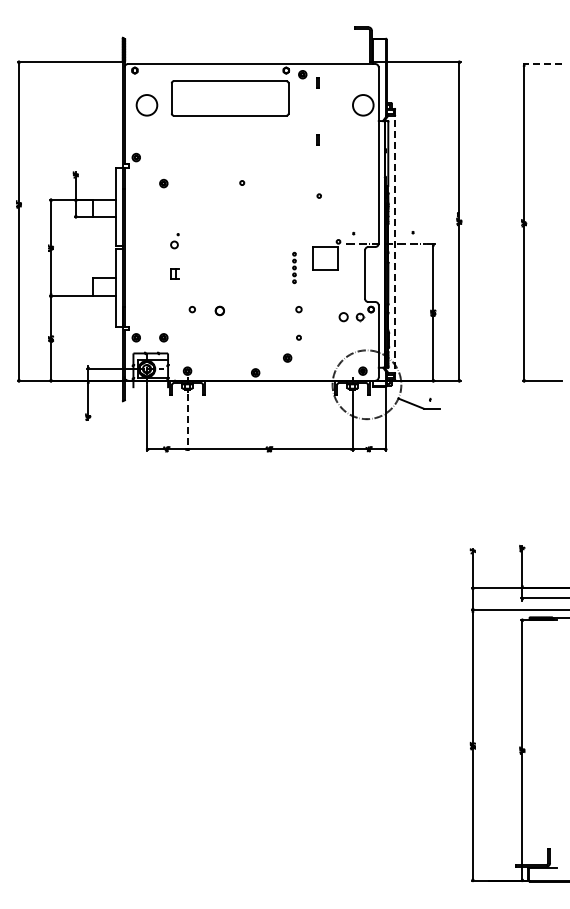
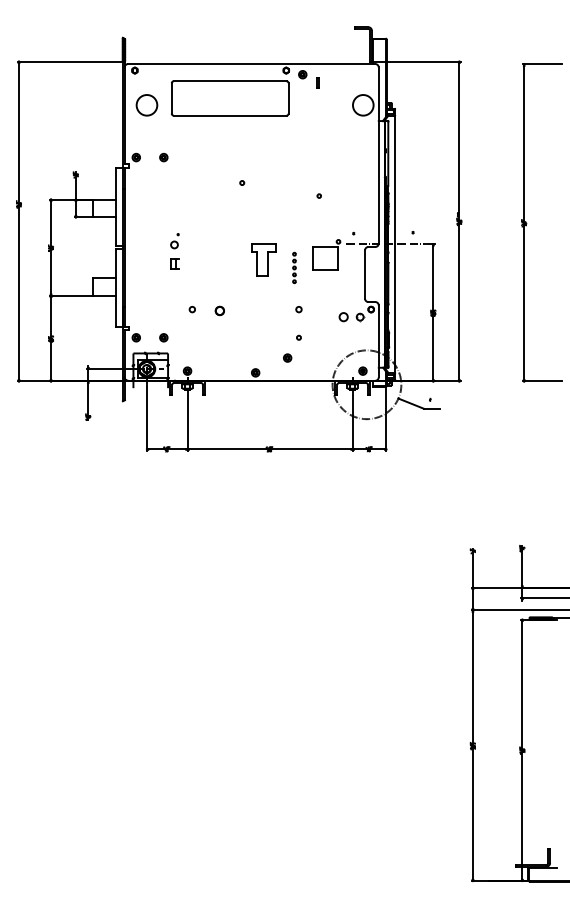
line at (542, 64): dashed -> solid
part at (317, 139): present -> none
part at (163, 183) position: (163, 183) -> (163, 157)
line at (395, 244): dashed -> solid
part at (263, 259): none -> present
part at (174, 273) position: (174, 273) -> (174, 263)
line at (187, 422): dashed -> solid
